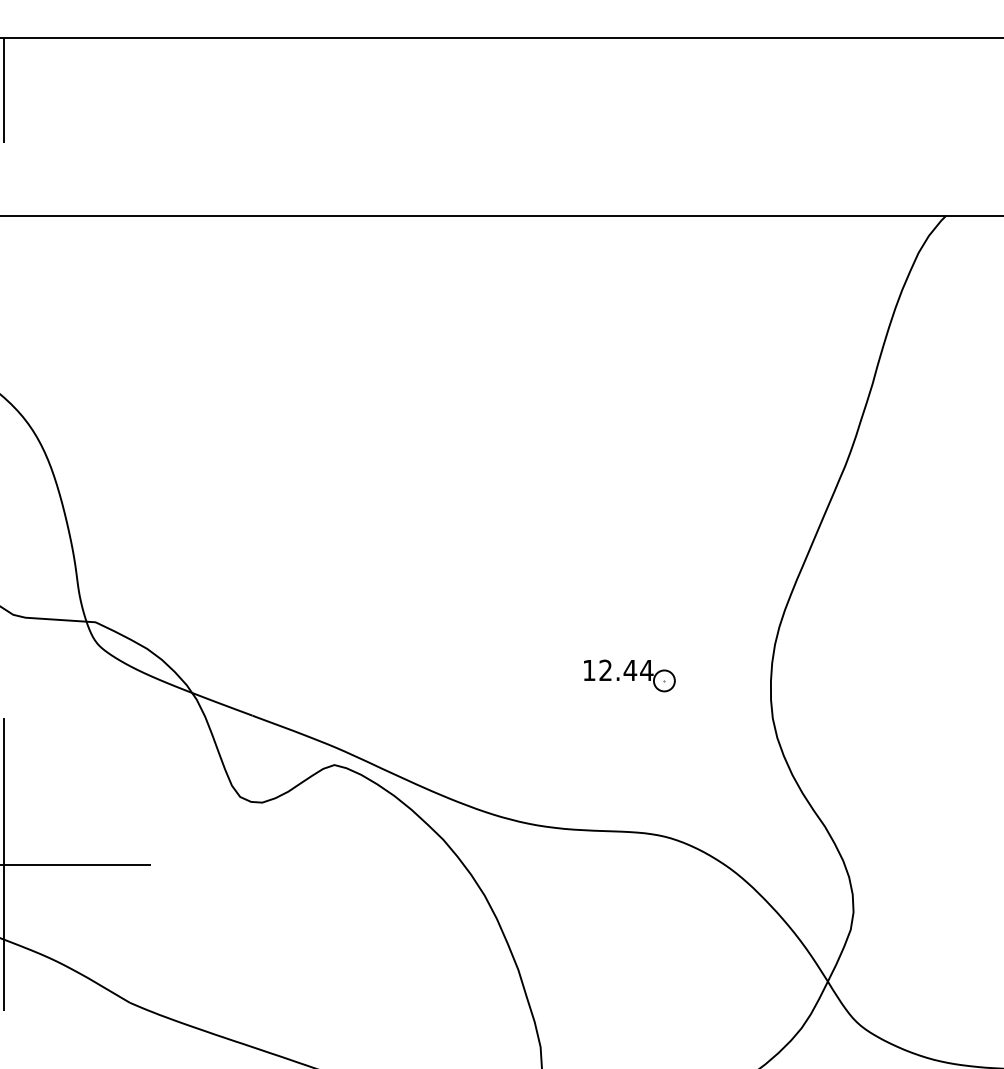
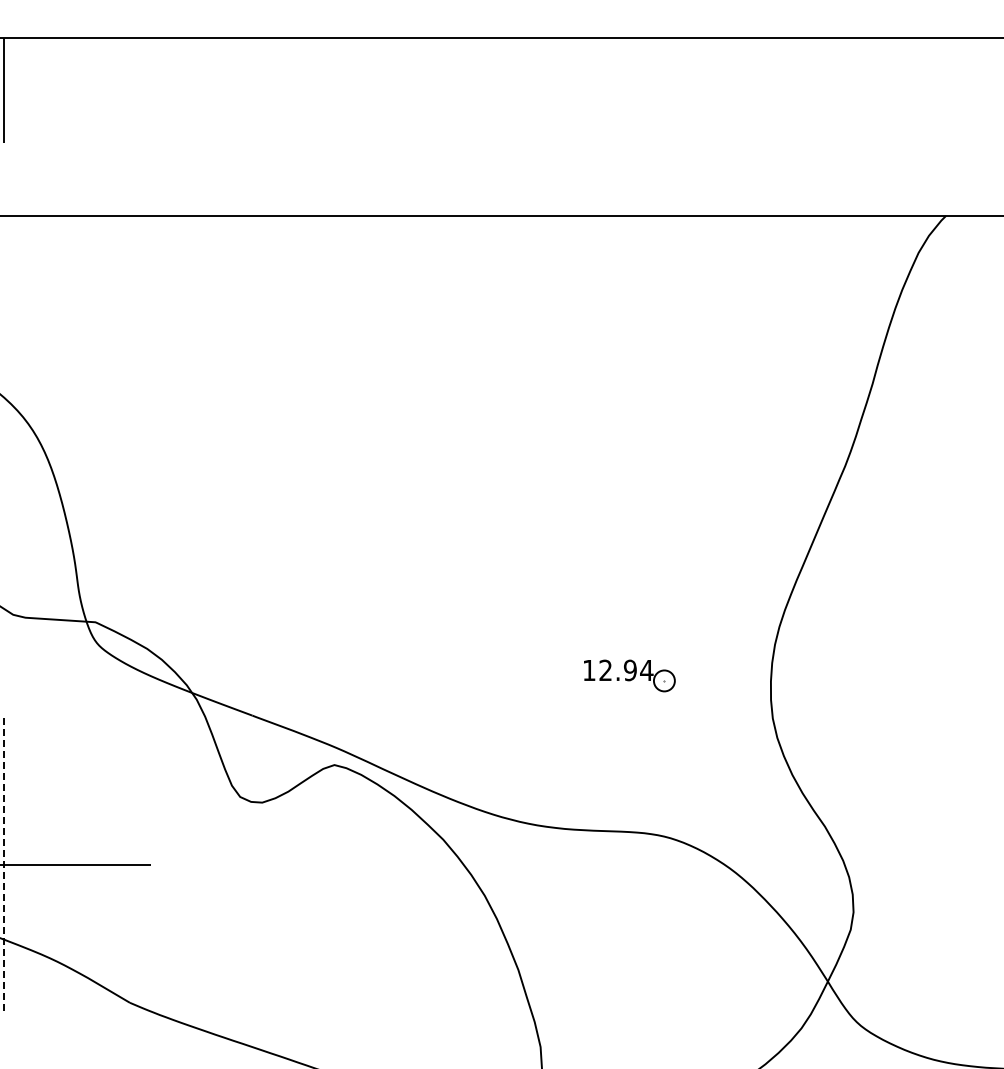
text at (630, 670): 12.44 -> 12.94
line at (4, 864): solid -> dashed
